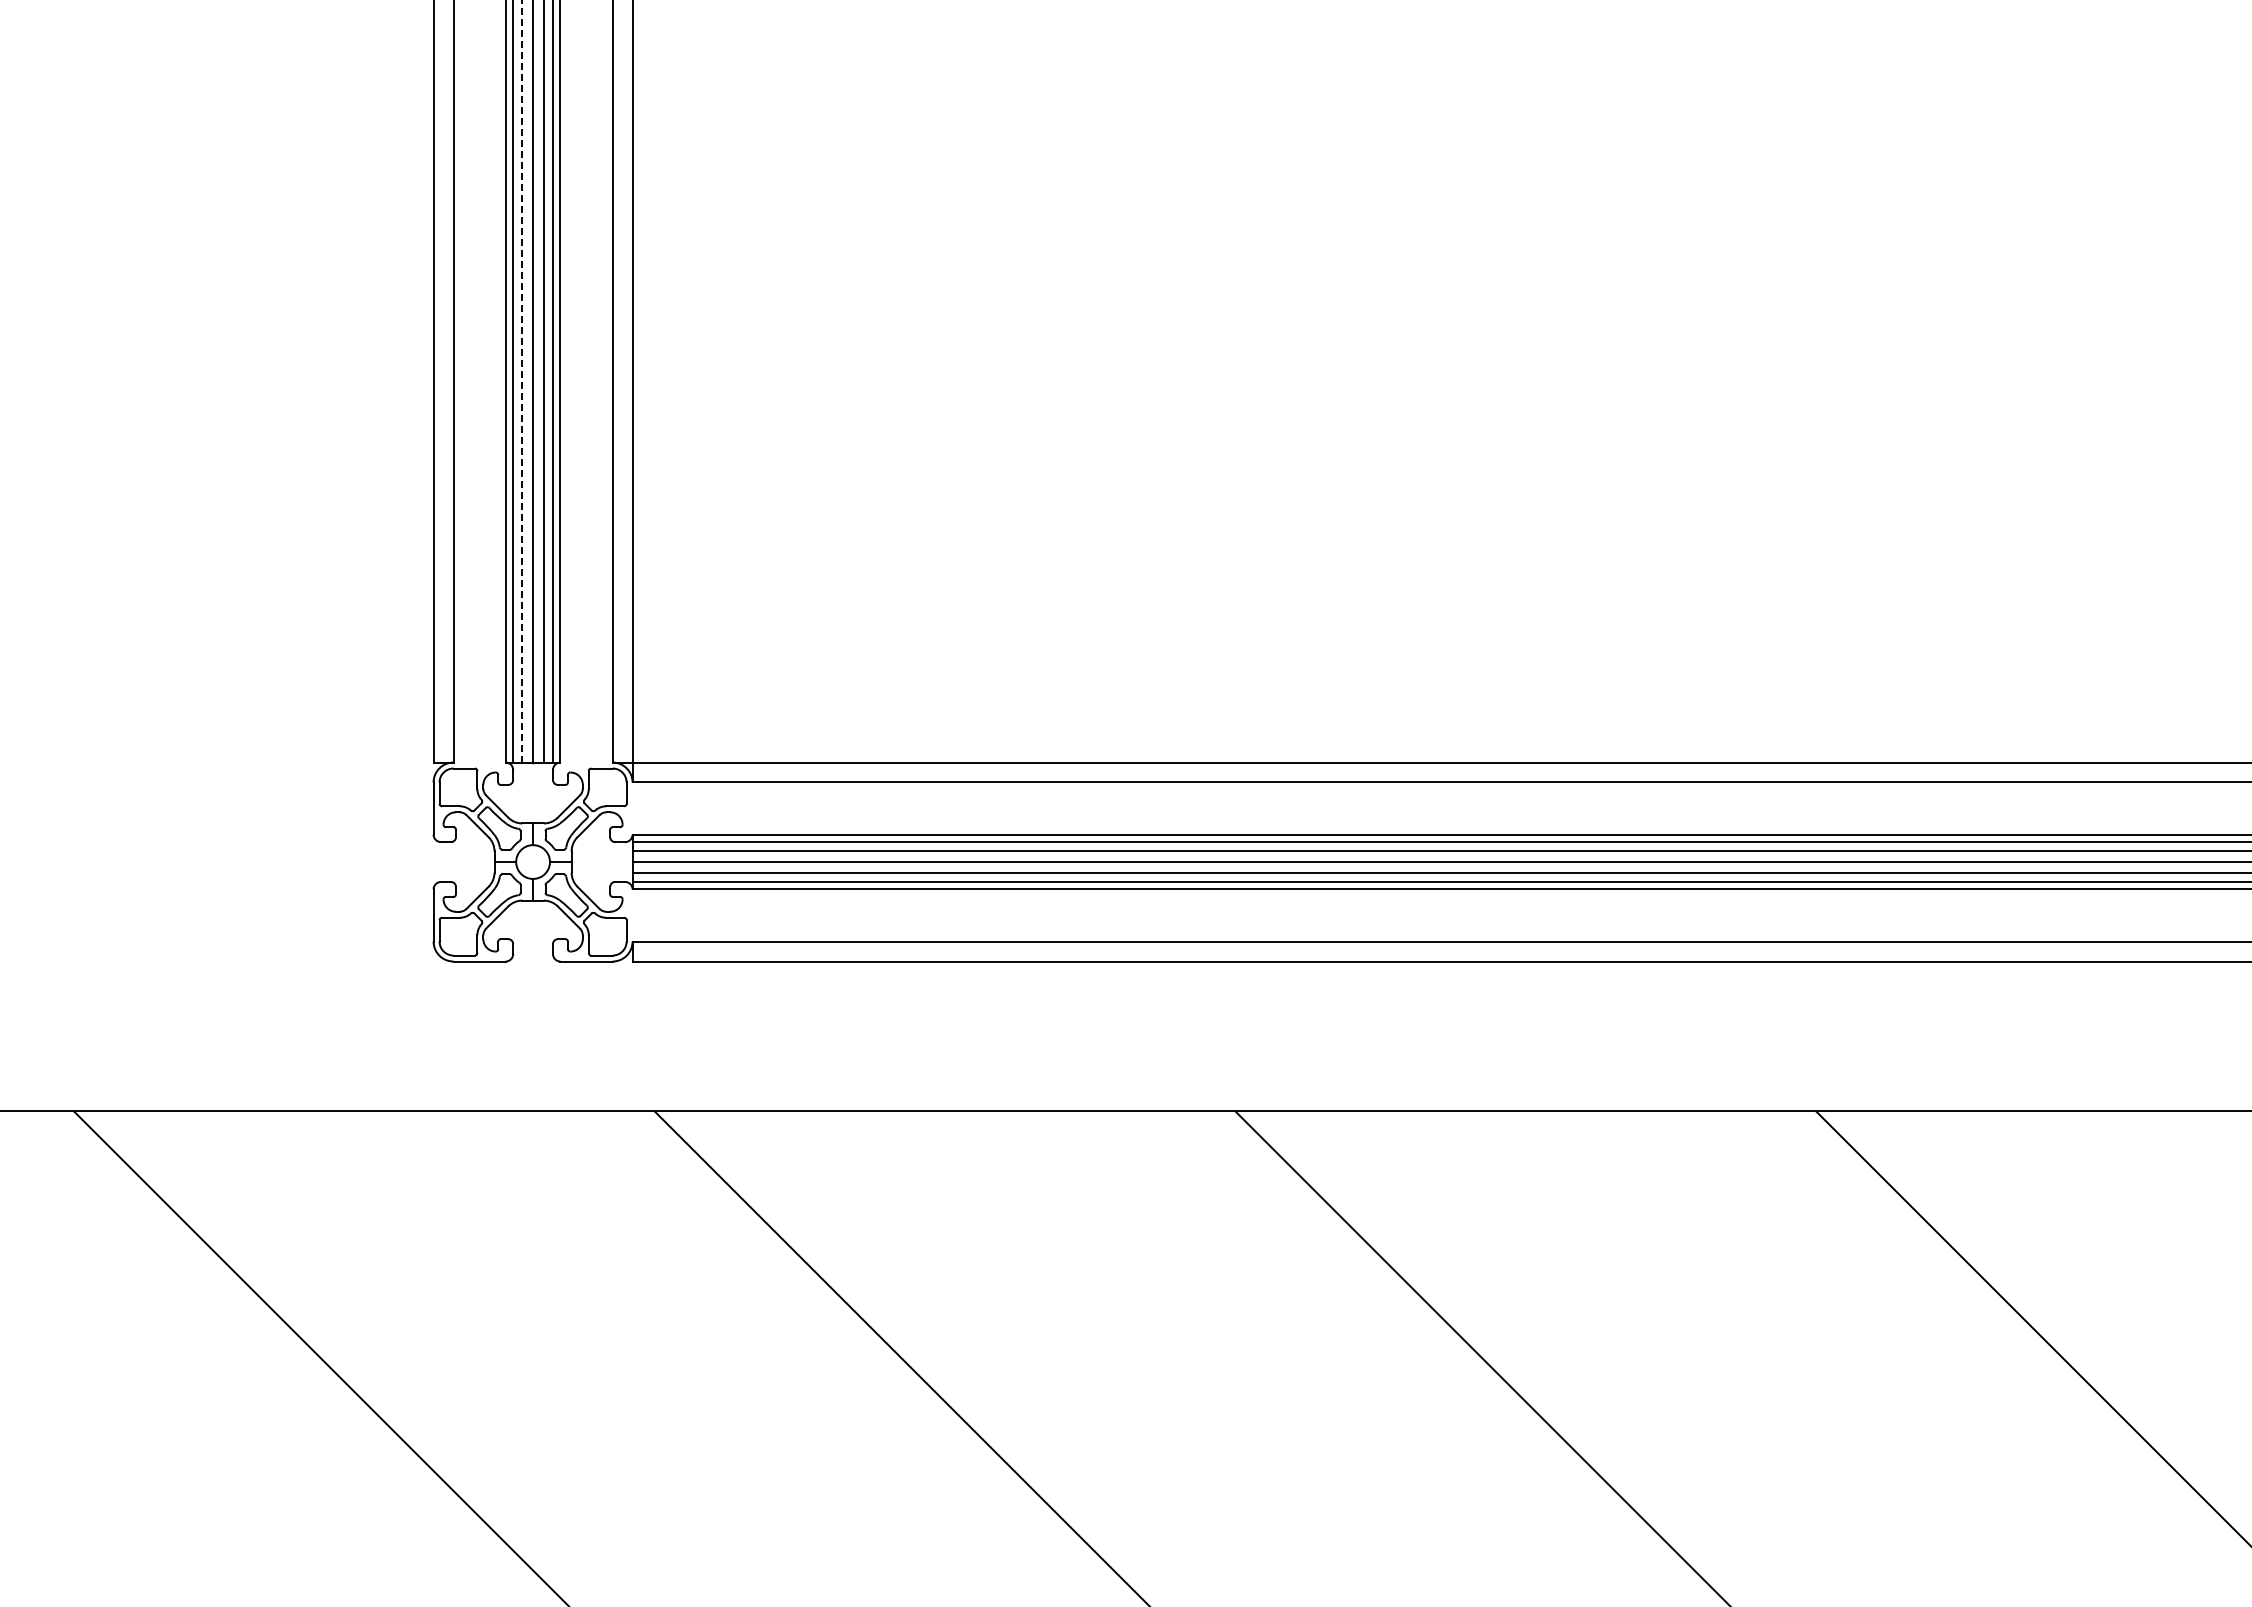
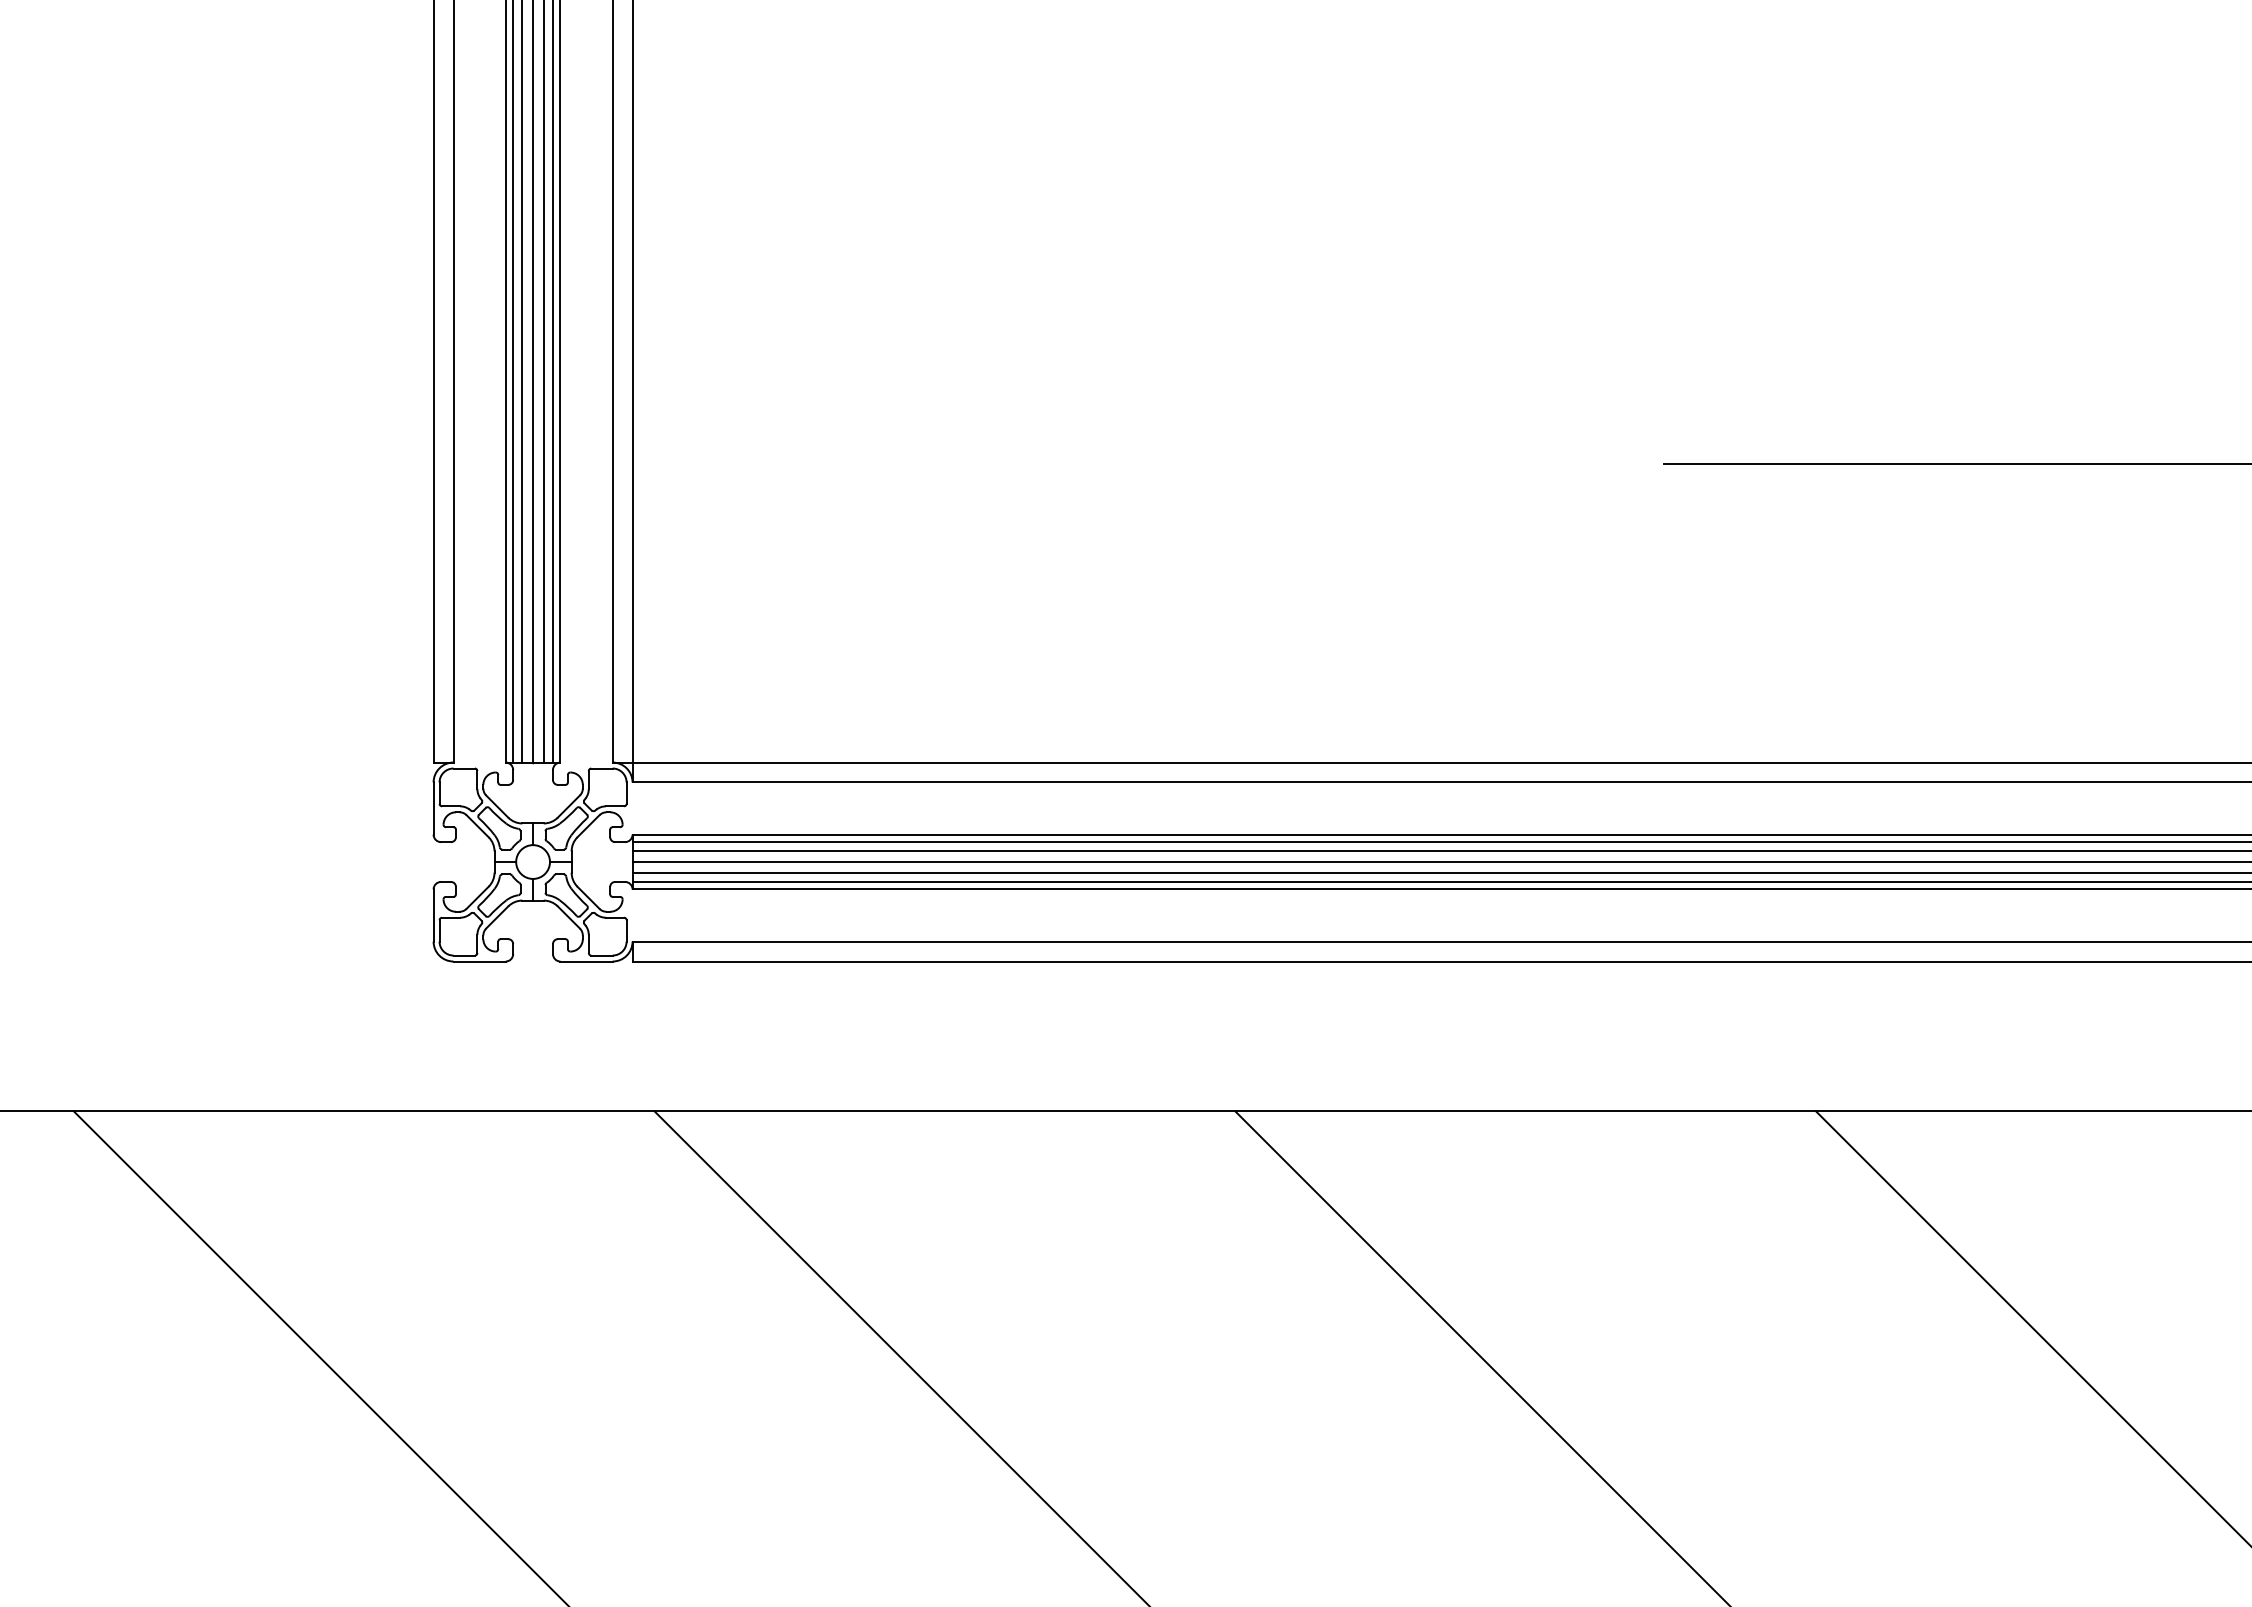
line at (522, 381): dashed -> solid
line at (1956, 464): none -> present
